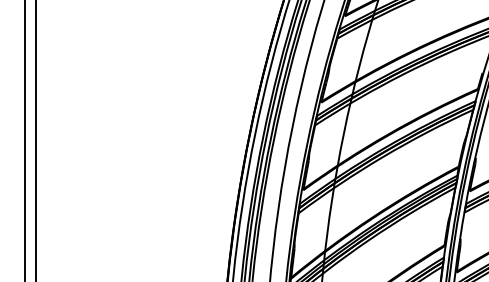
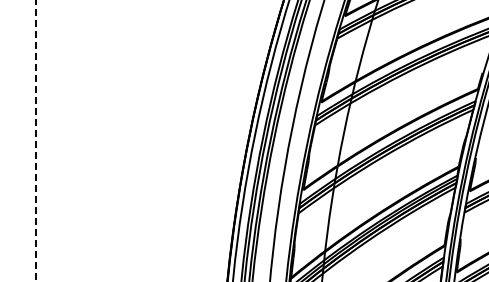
line at (25, 140): present -> none
line at (36, 141): solid -> dashed
